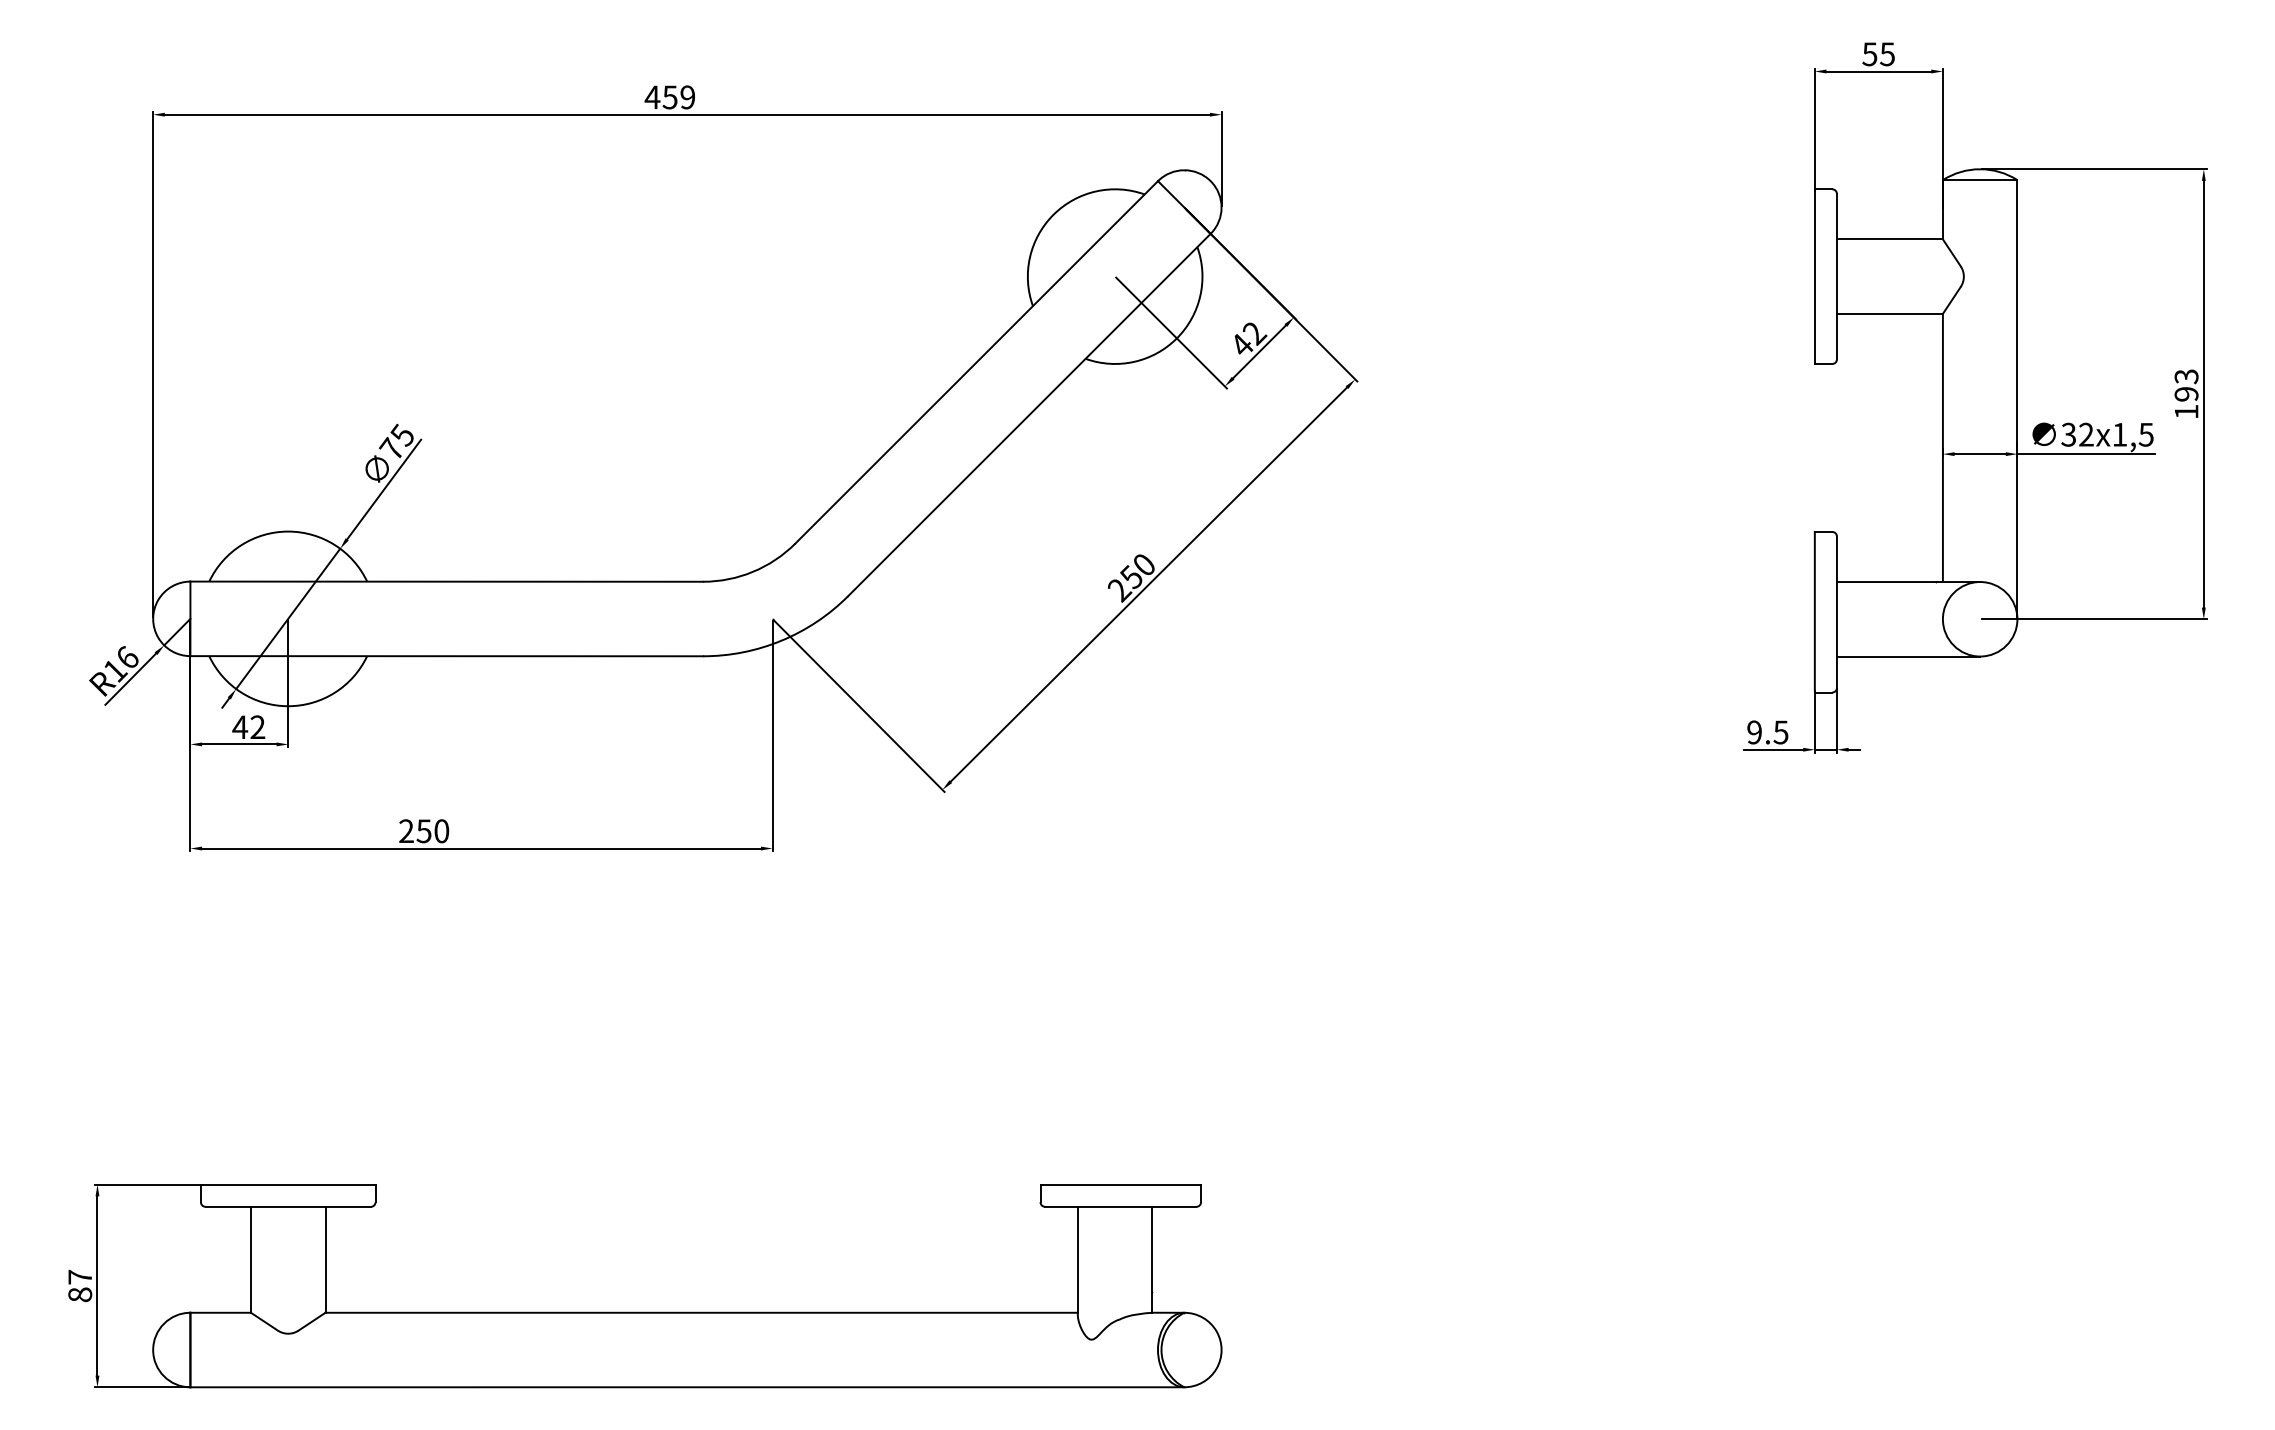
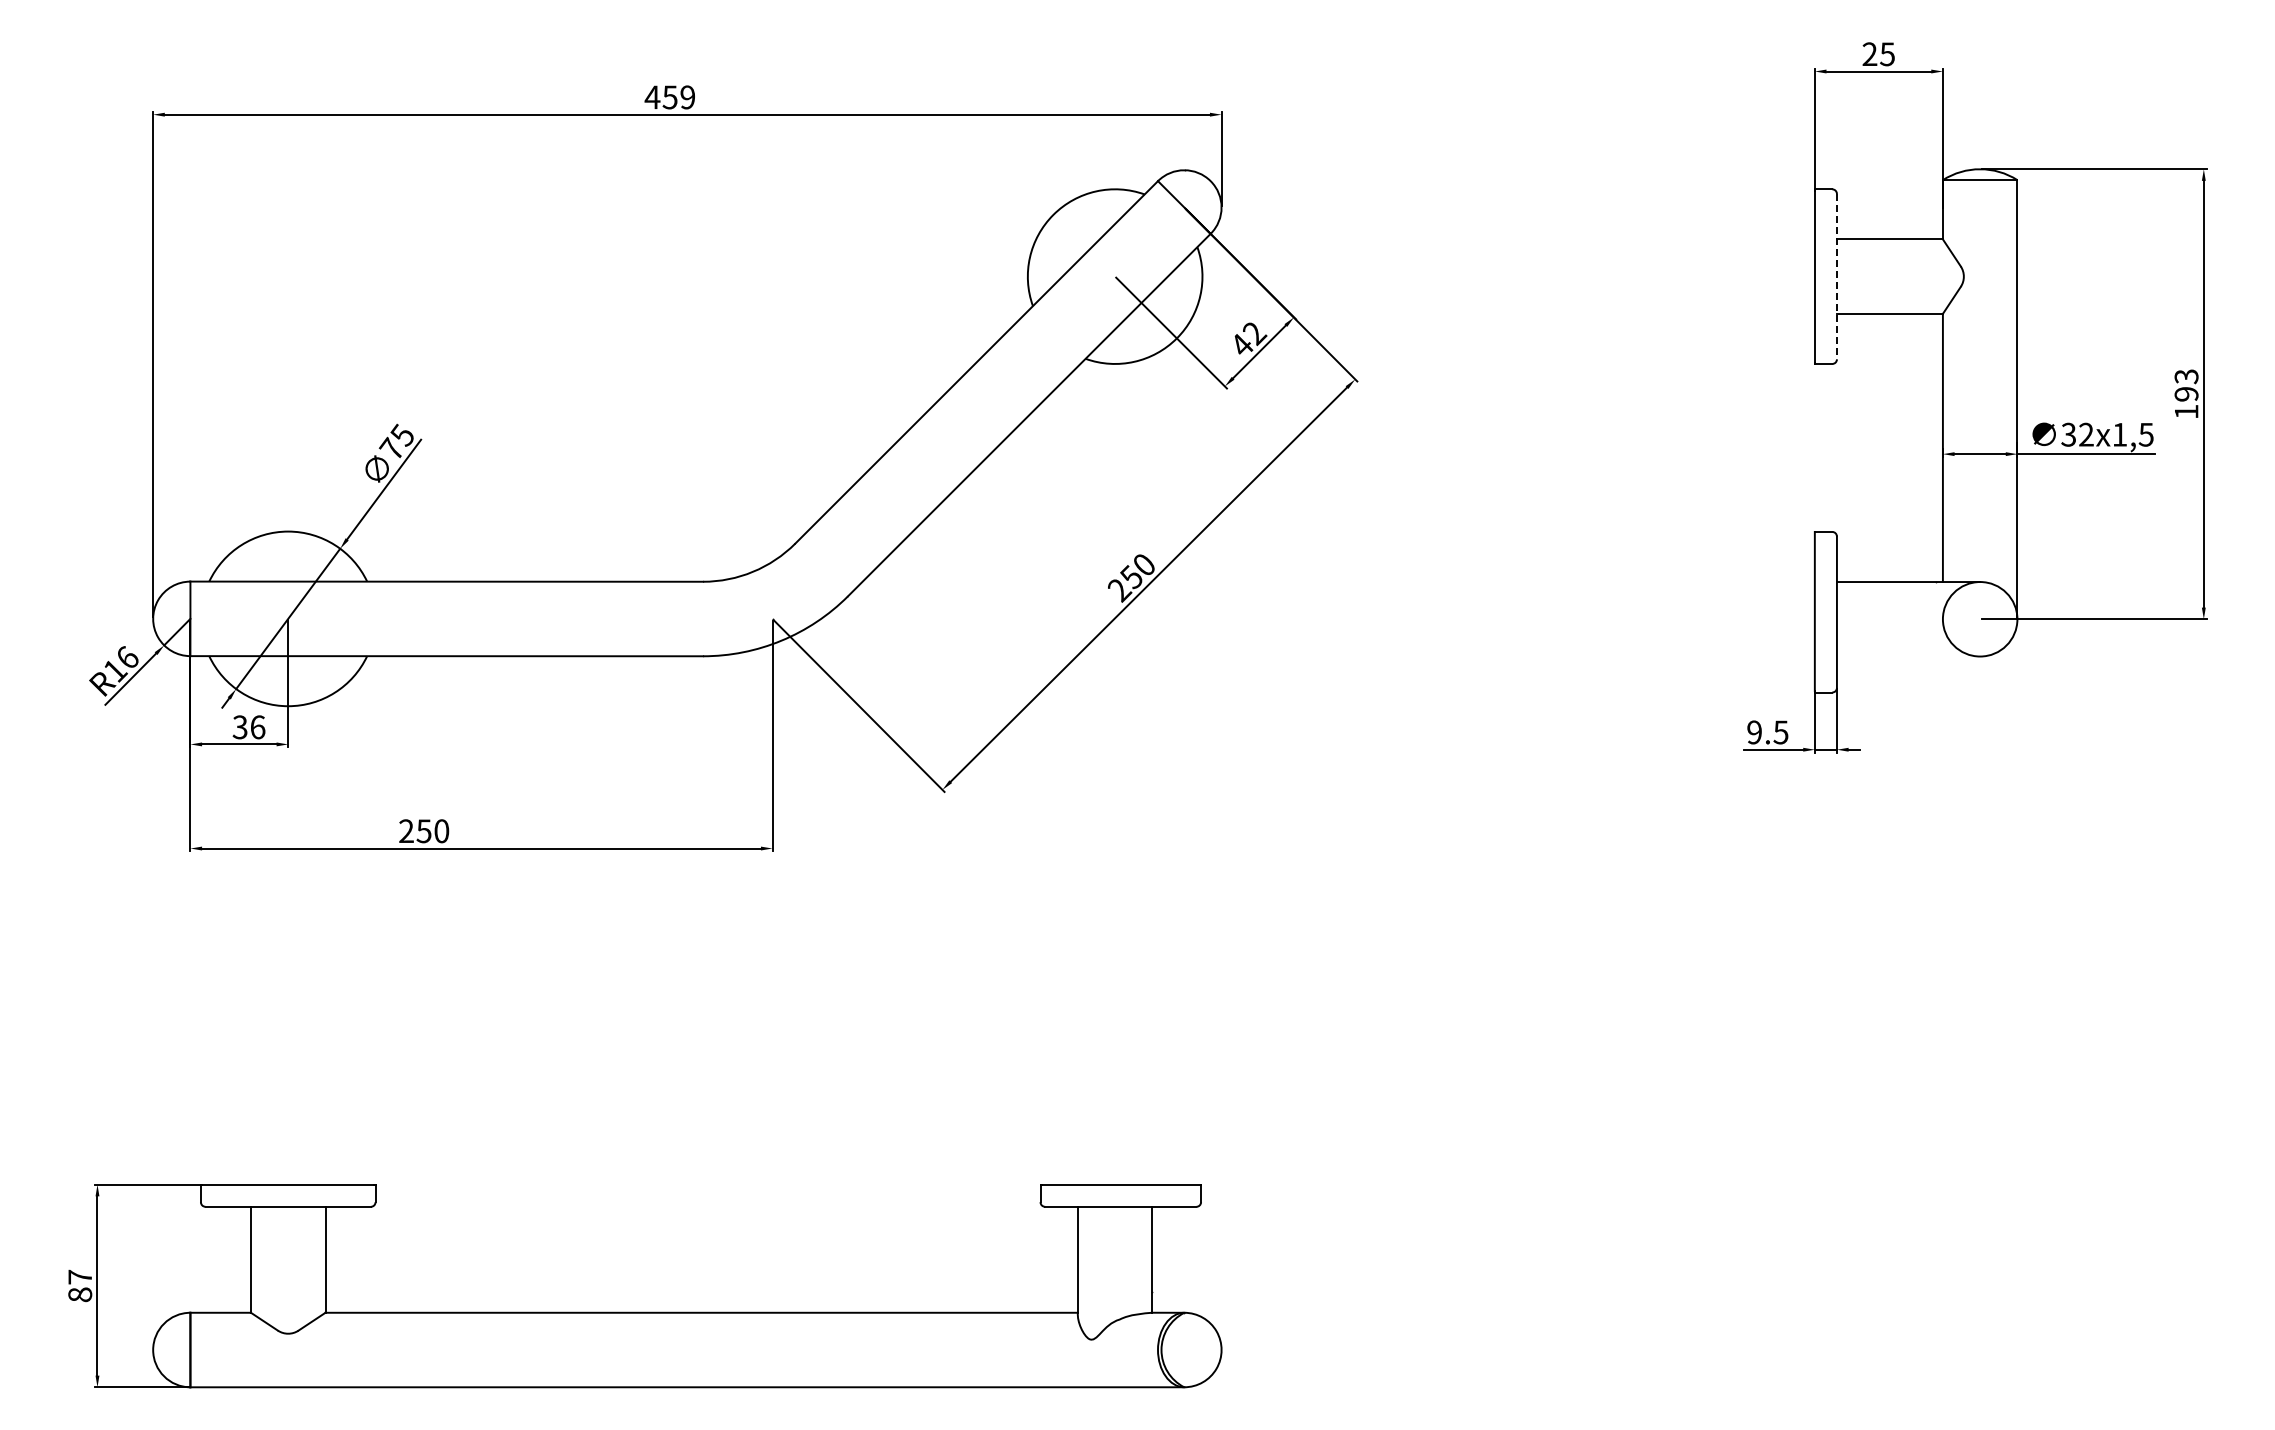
text at (1869, 54): 55 -> 25
line at (1836, 276): solid -> dashed
line at (1908, 656): present -> none
text at (248, 727): 42 -> 36
